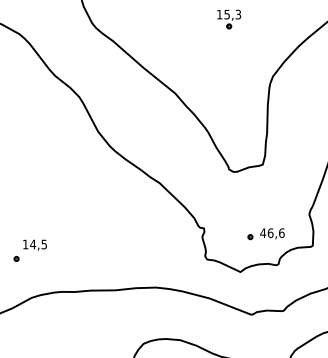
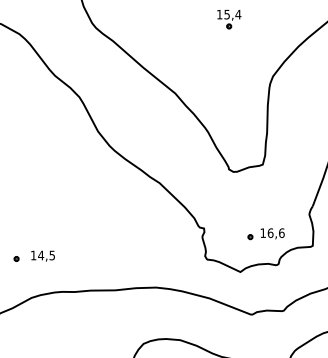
text at (238, 14): 15,3 -> 15,4
text at (263, 232): 46,6 -> 16,6
text at (34, 244) position: (34, 244) -> (42, 255)
